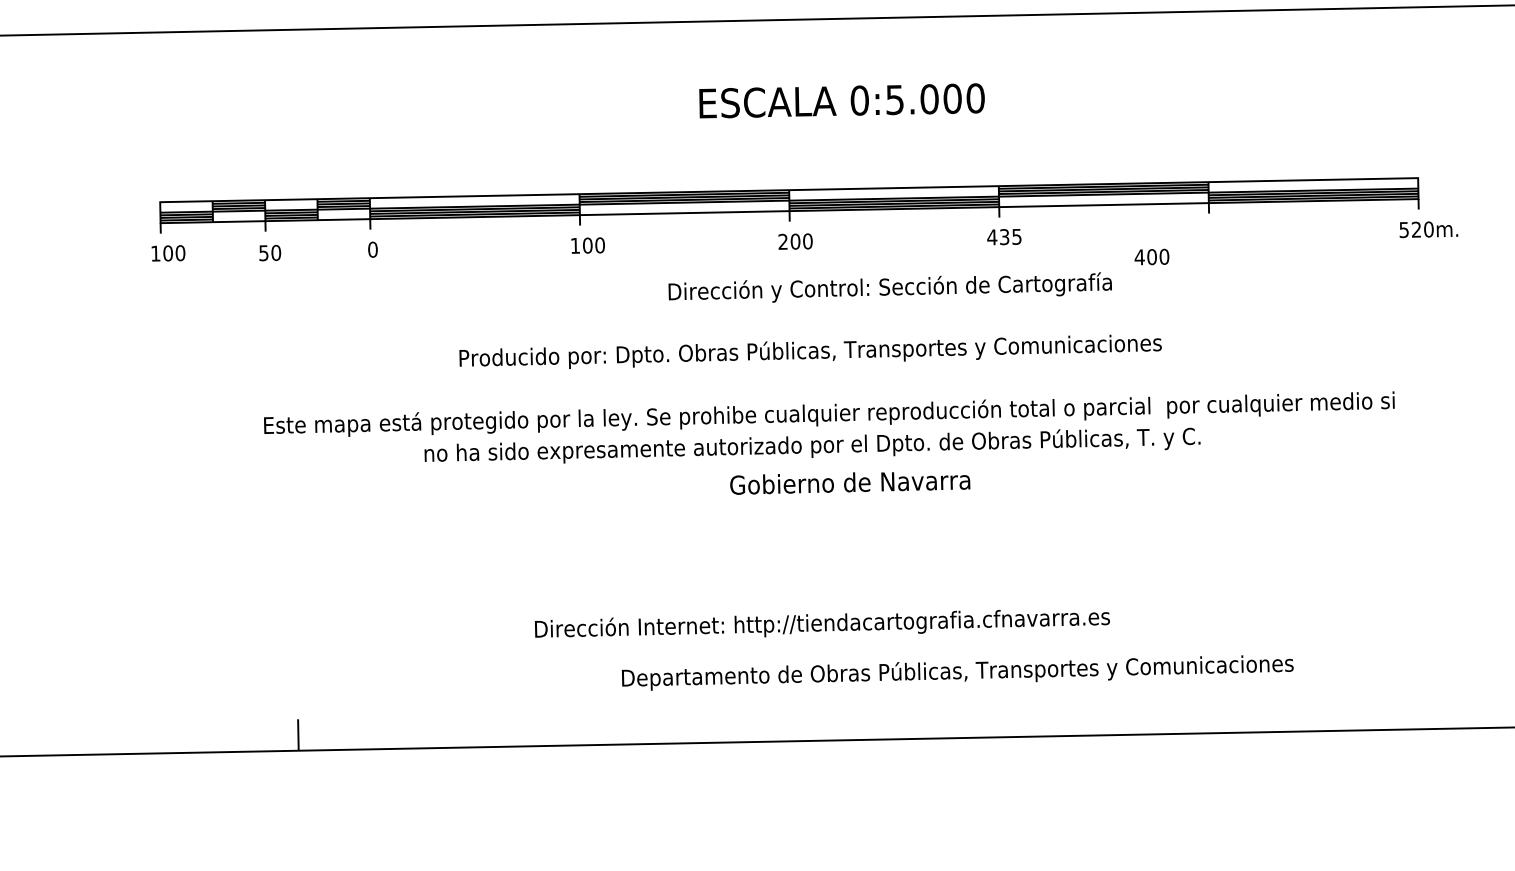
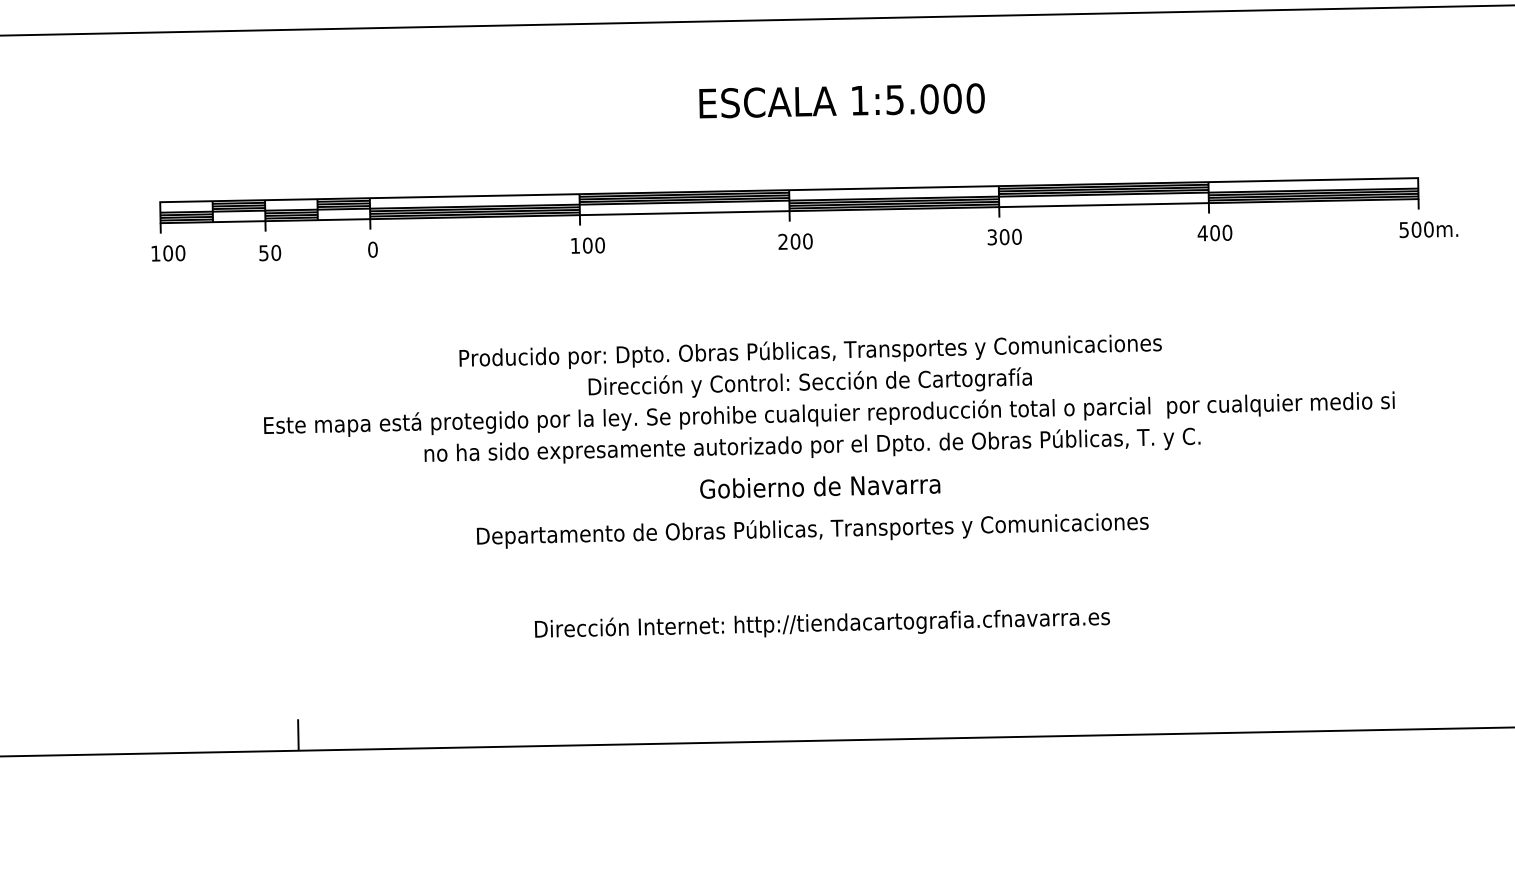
text at (859, 100): 0:5.000 -> 1:5.000
text at (1416, 229): 520m. -> 500m.
text at (1004, 236): 435 -> 300
text at (1151, 256) position: (1151, 256) -> (1214, 232)
text at (889, 287) position: (889, 287) -> (809, 382)
text at (850, 483) position: (850, 483) -> (820, 487)
text at (957, 672) position: (957, 672) -> (812, 530)
